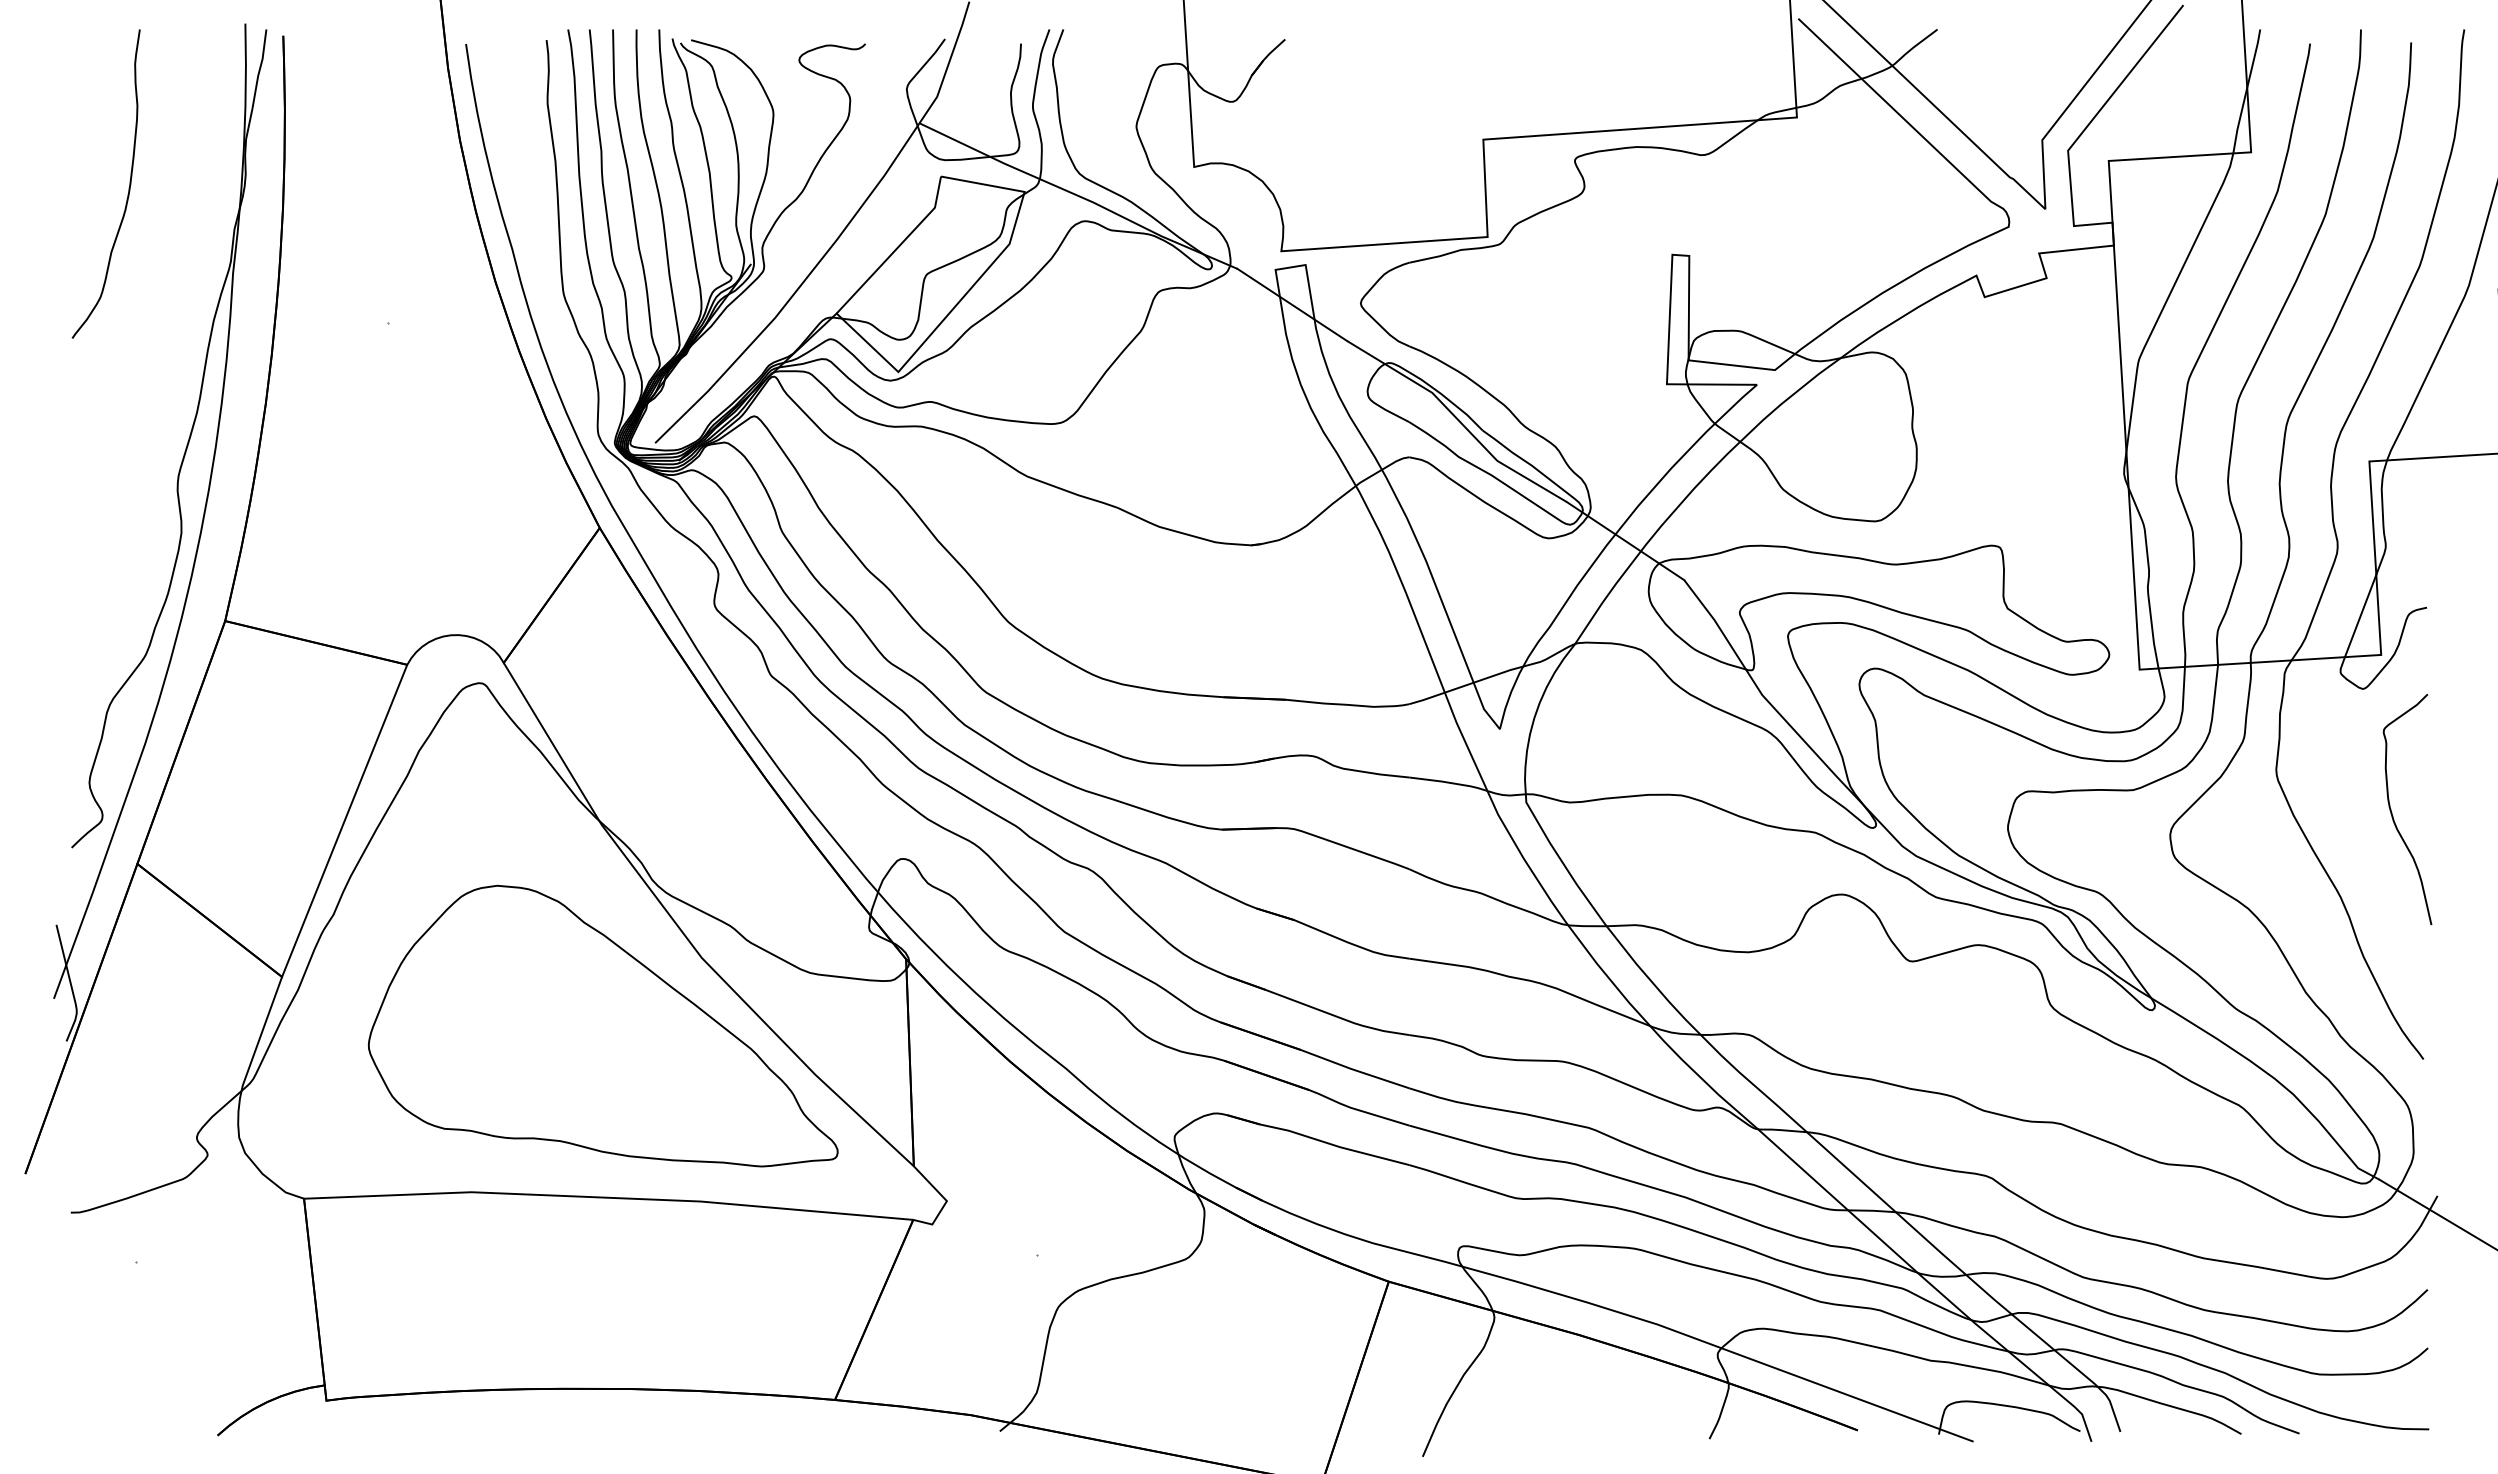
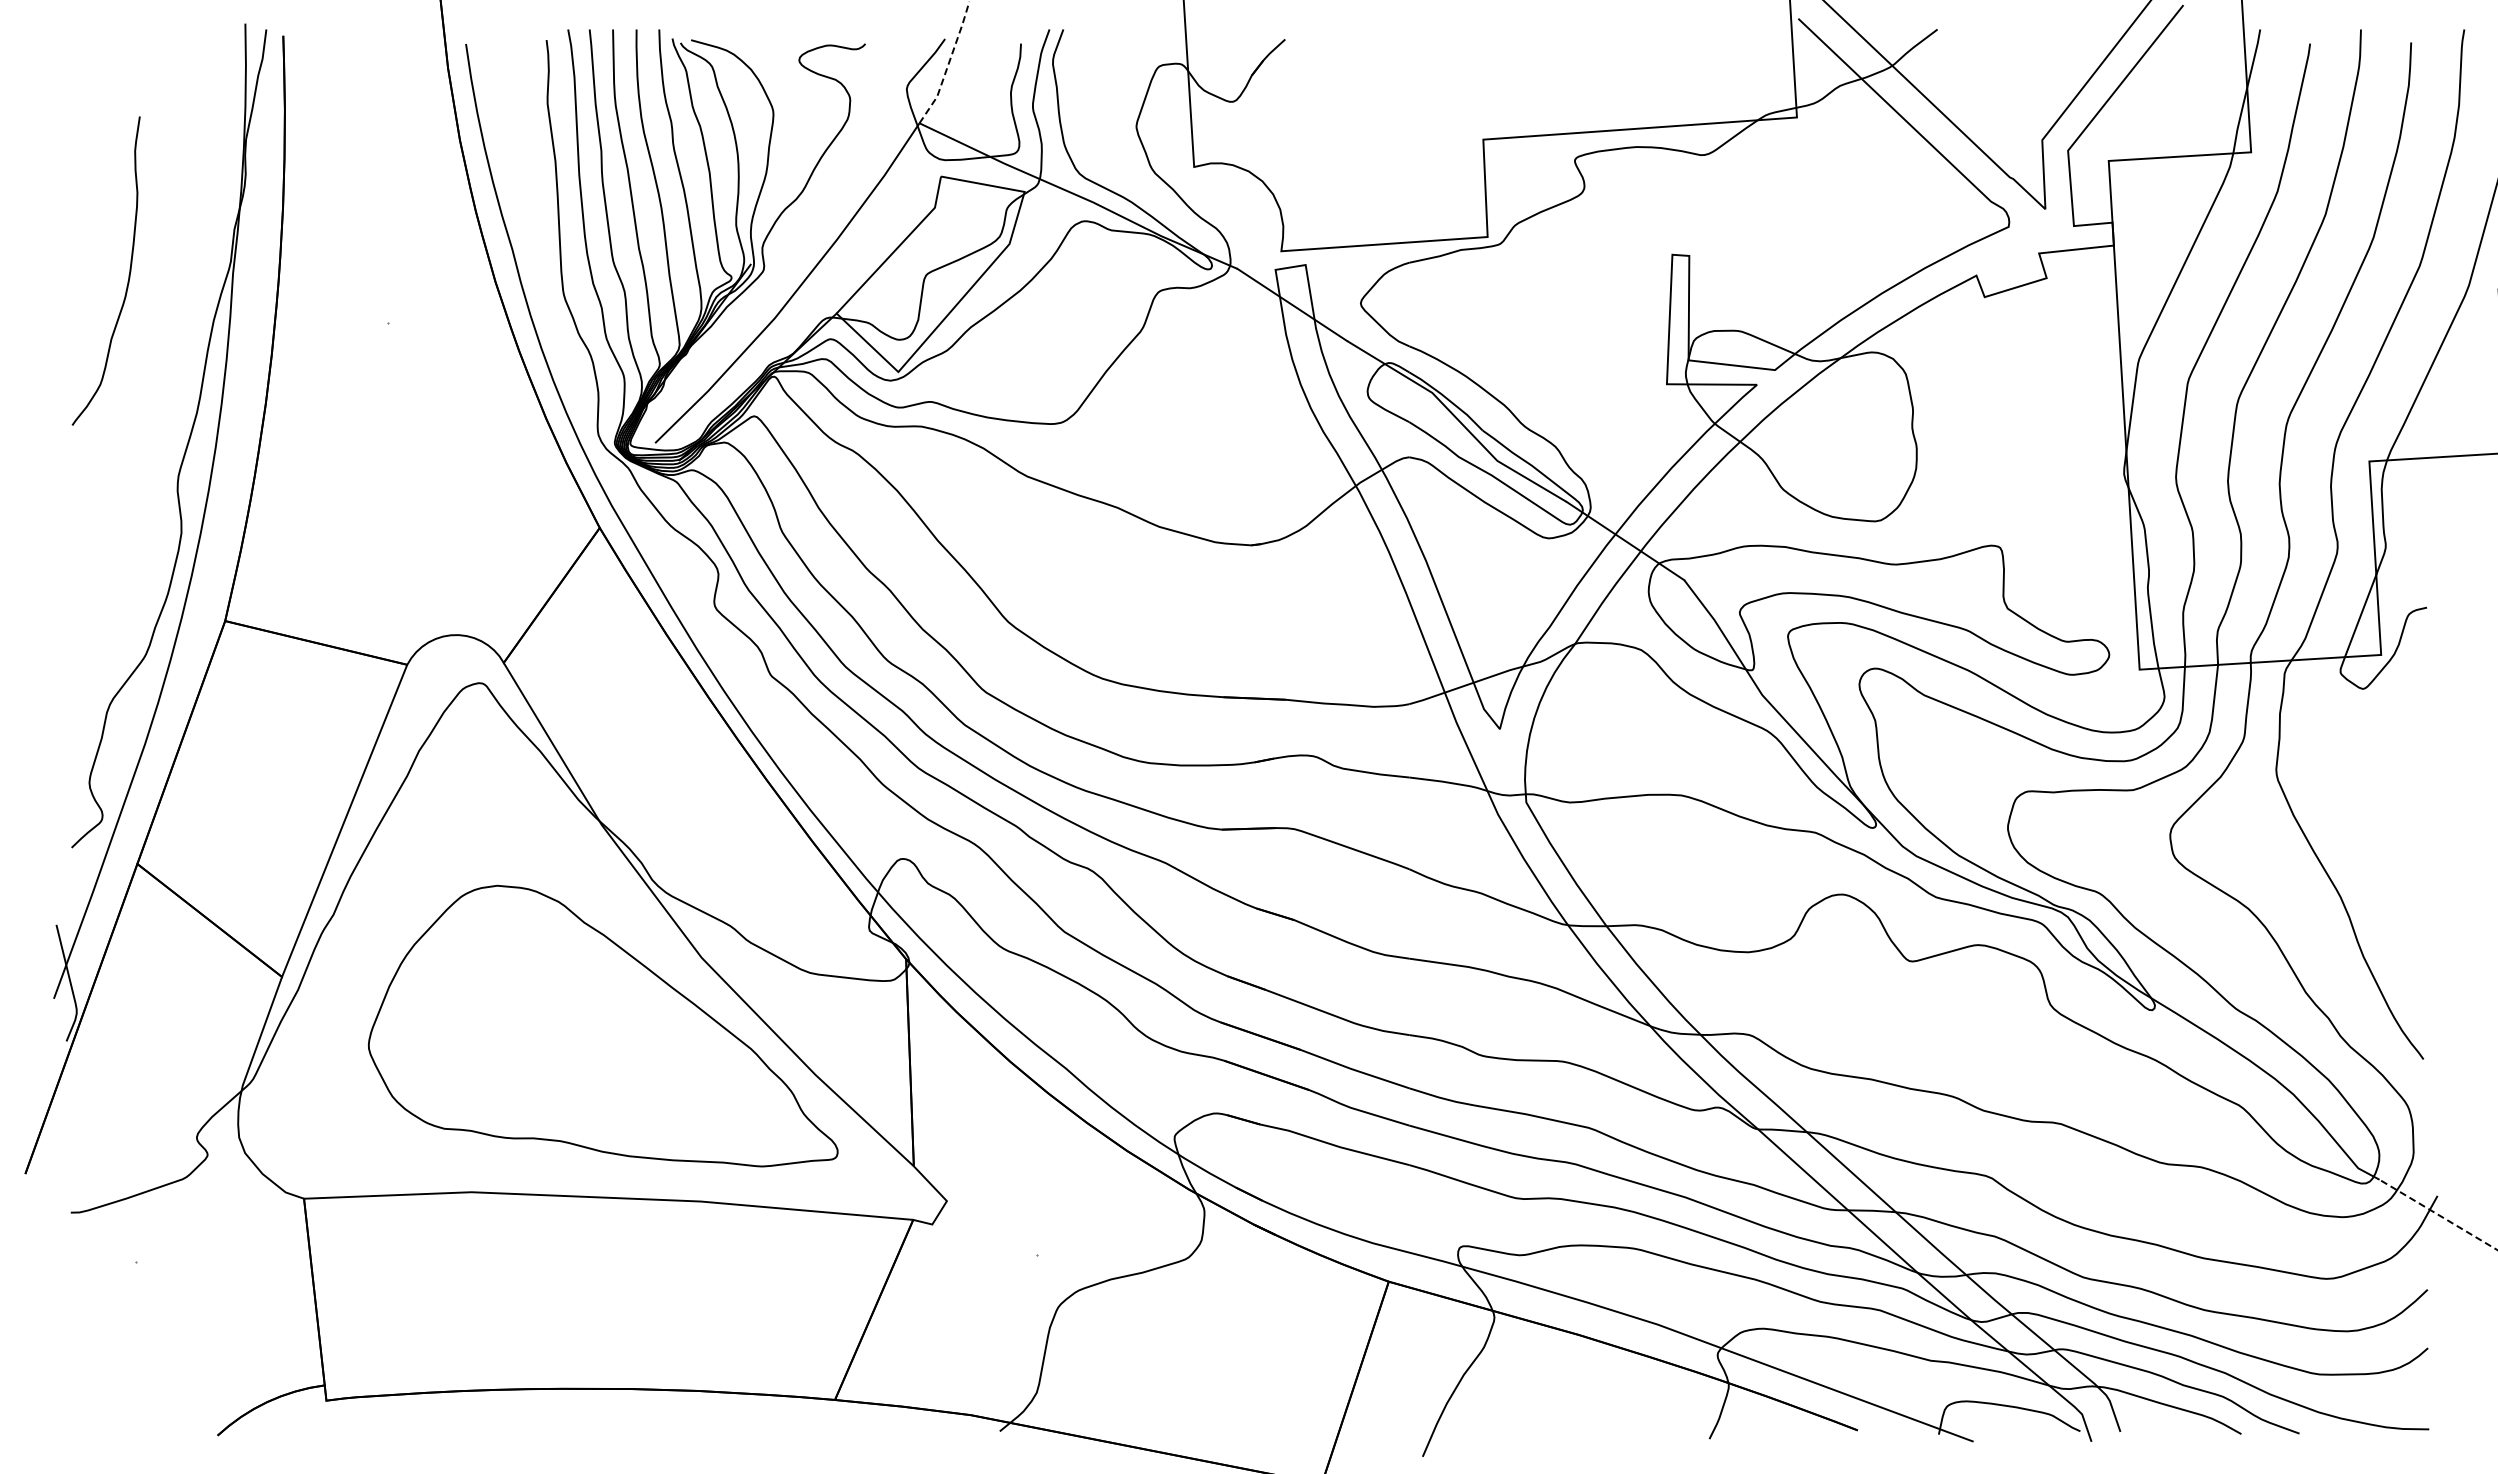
line at (948, 63): solid -> dashed
curve at (128, 187) position: (128, 187) -> (128, 274)
curve at (2393, 815): present -> none
line at (2437, 1214): solid -> dashed
